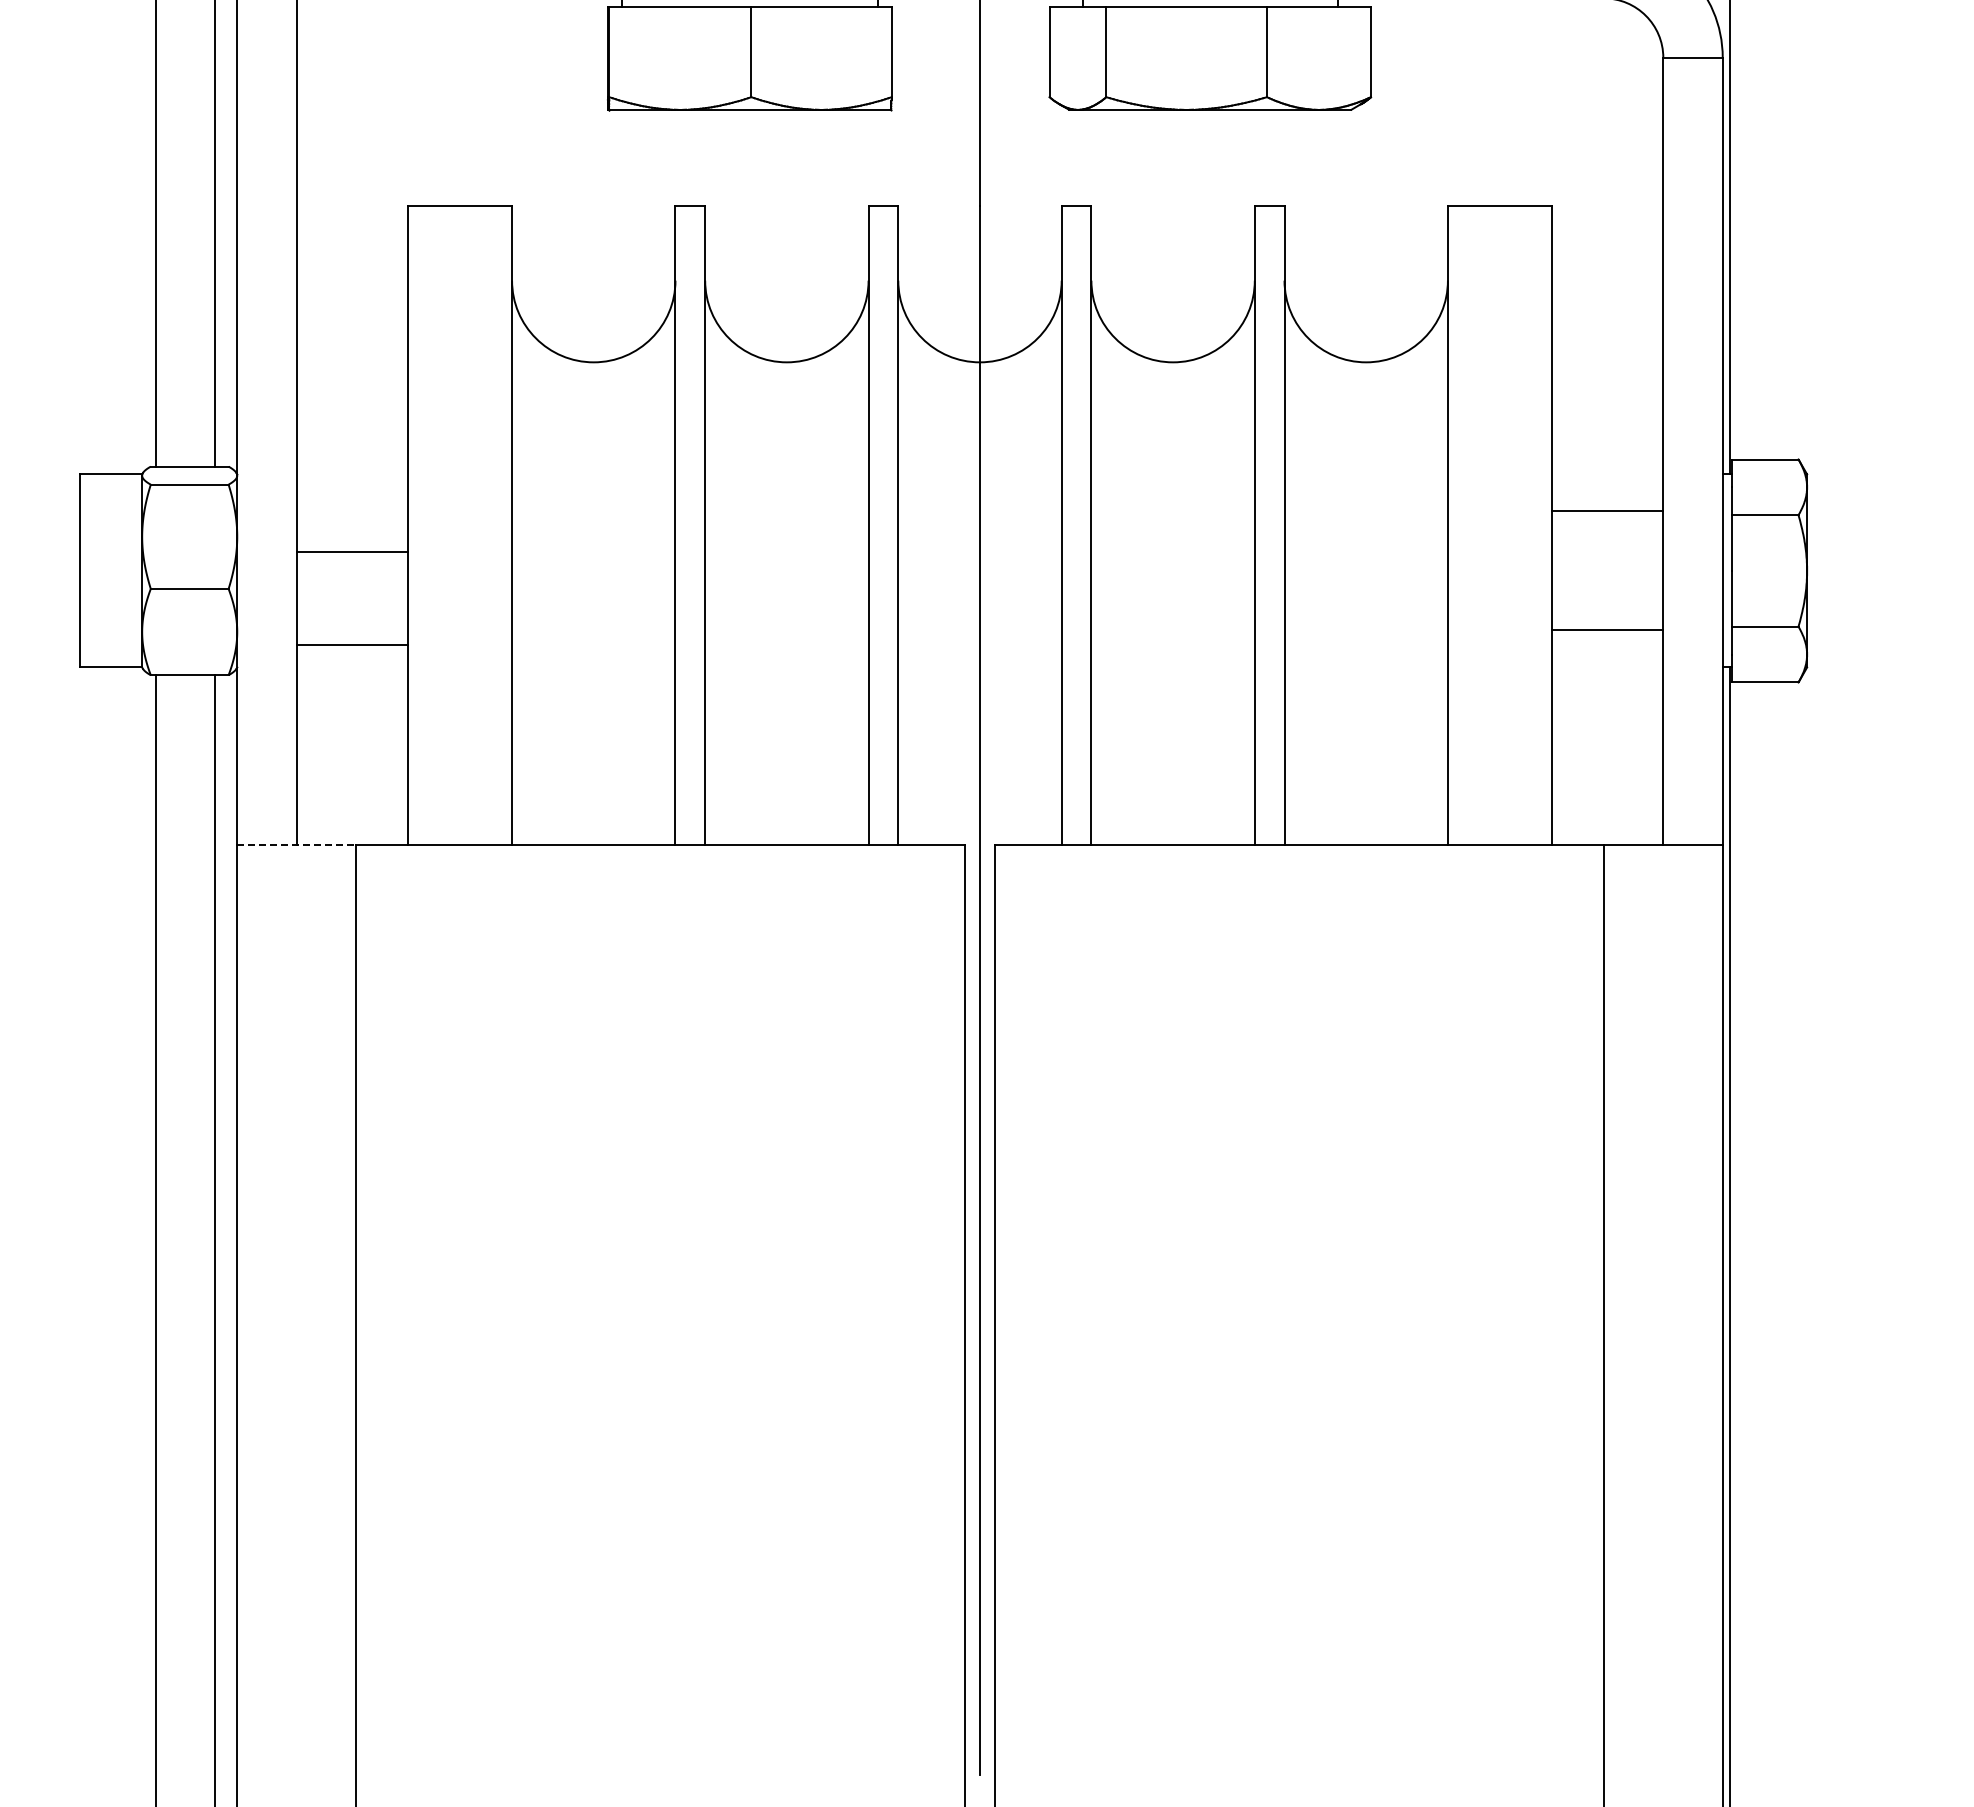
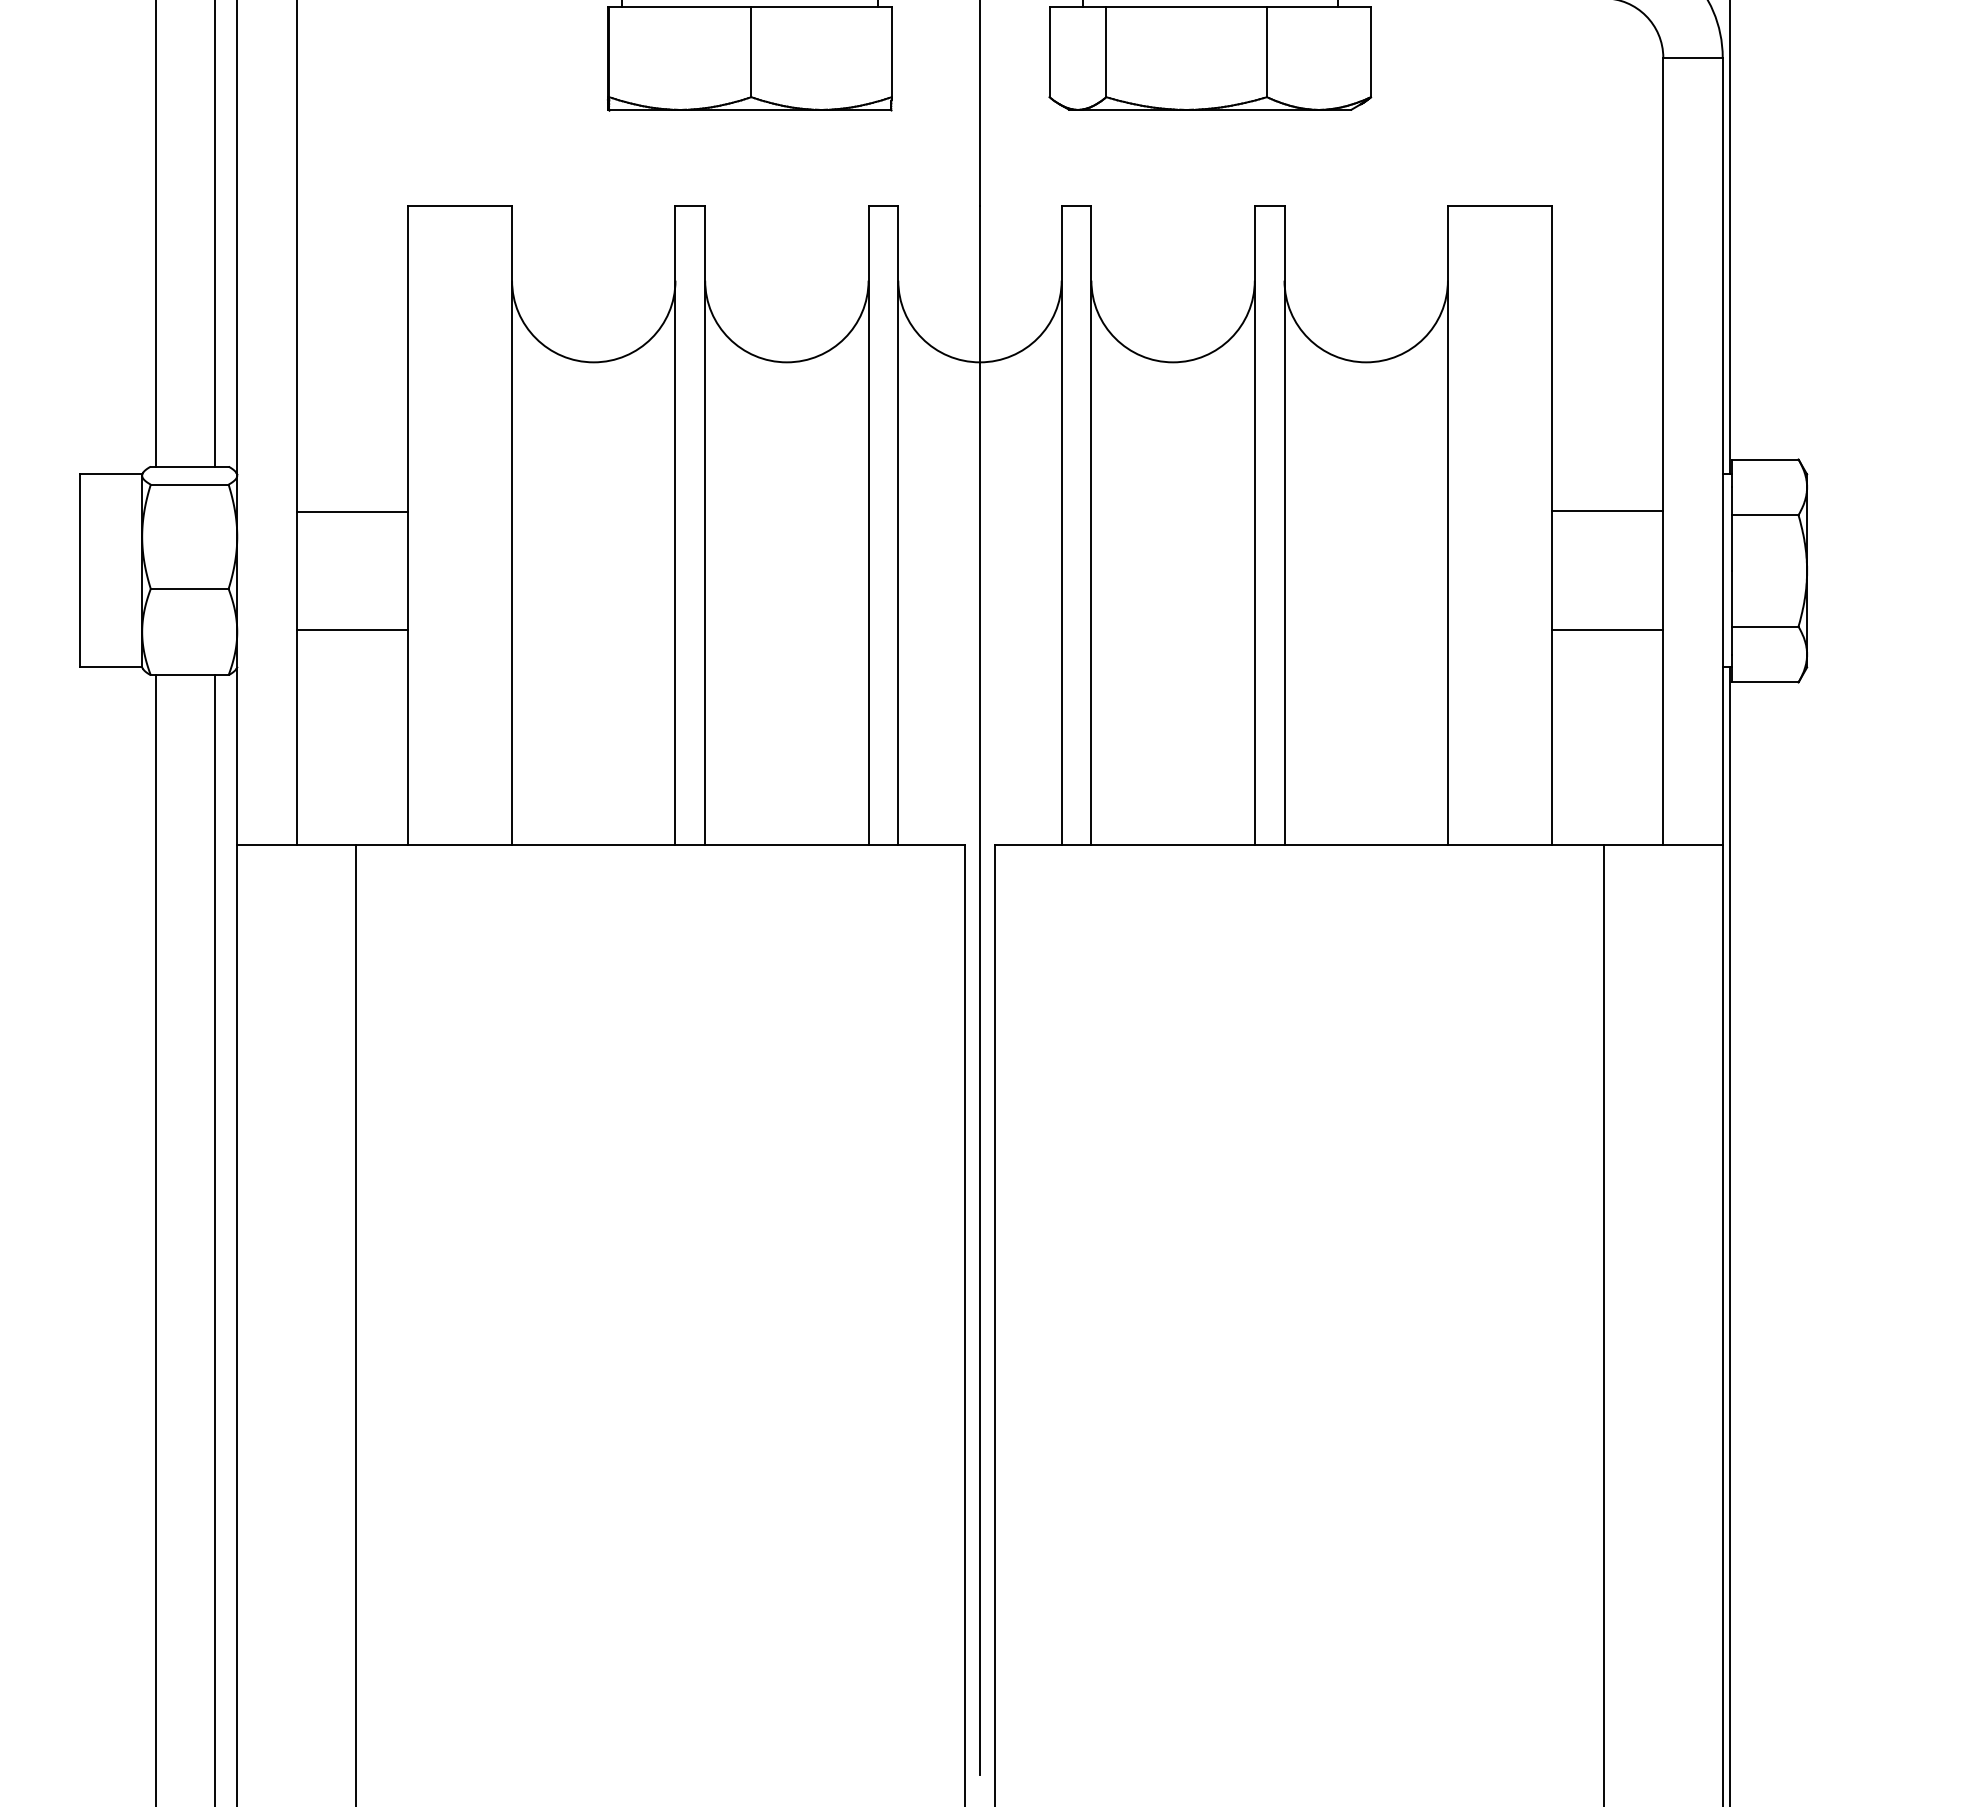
line at (352, 551) position: (352, 551) -> (352, 511)
line at (352, 645) position: (352, 645) -> (352, 630)
line at (297, 845): dashed -> solid
